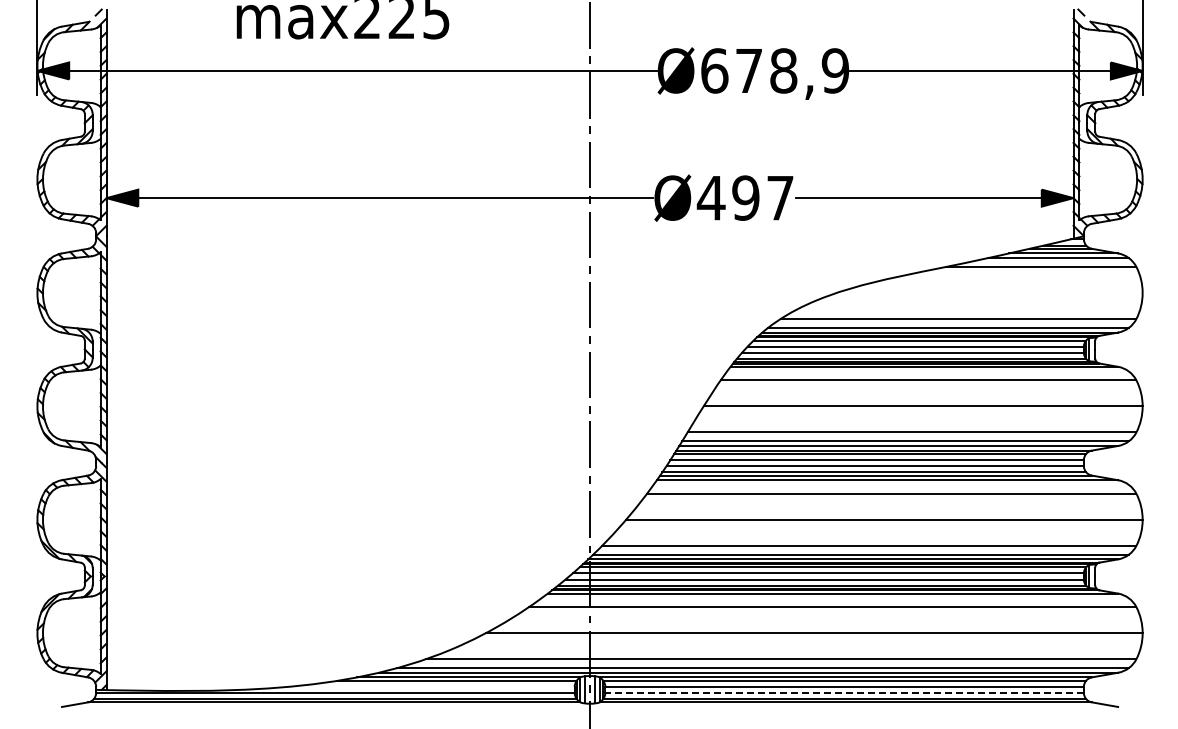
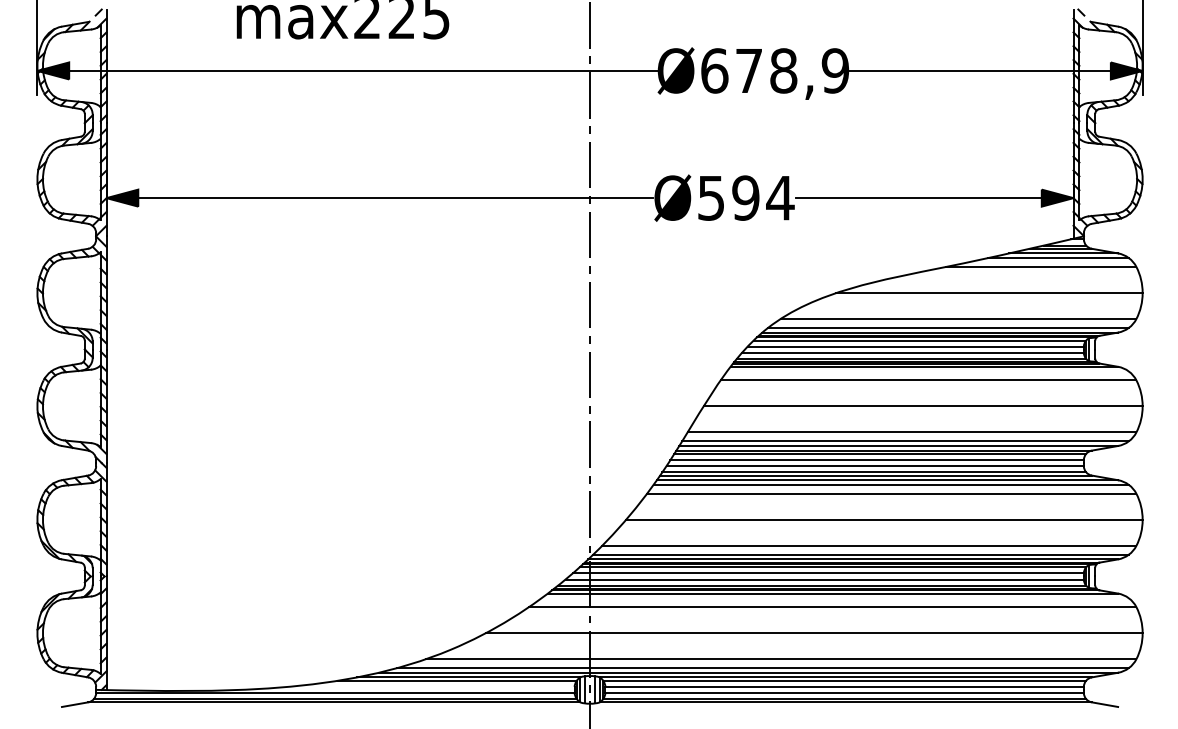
text at (745, 198): Ø497 -> Ø594
line at (989, 293): none -> present
line at (890, 484): none -> present
line at (844, 692): dashed -> solid
